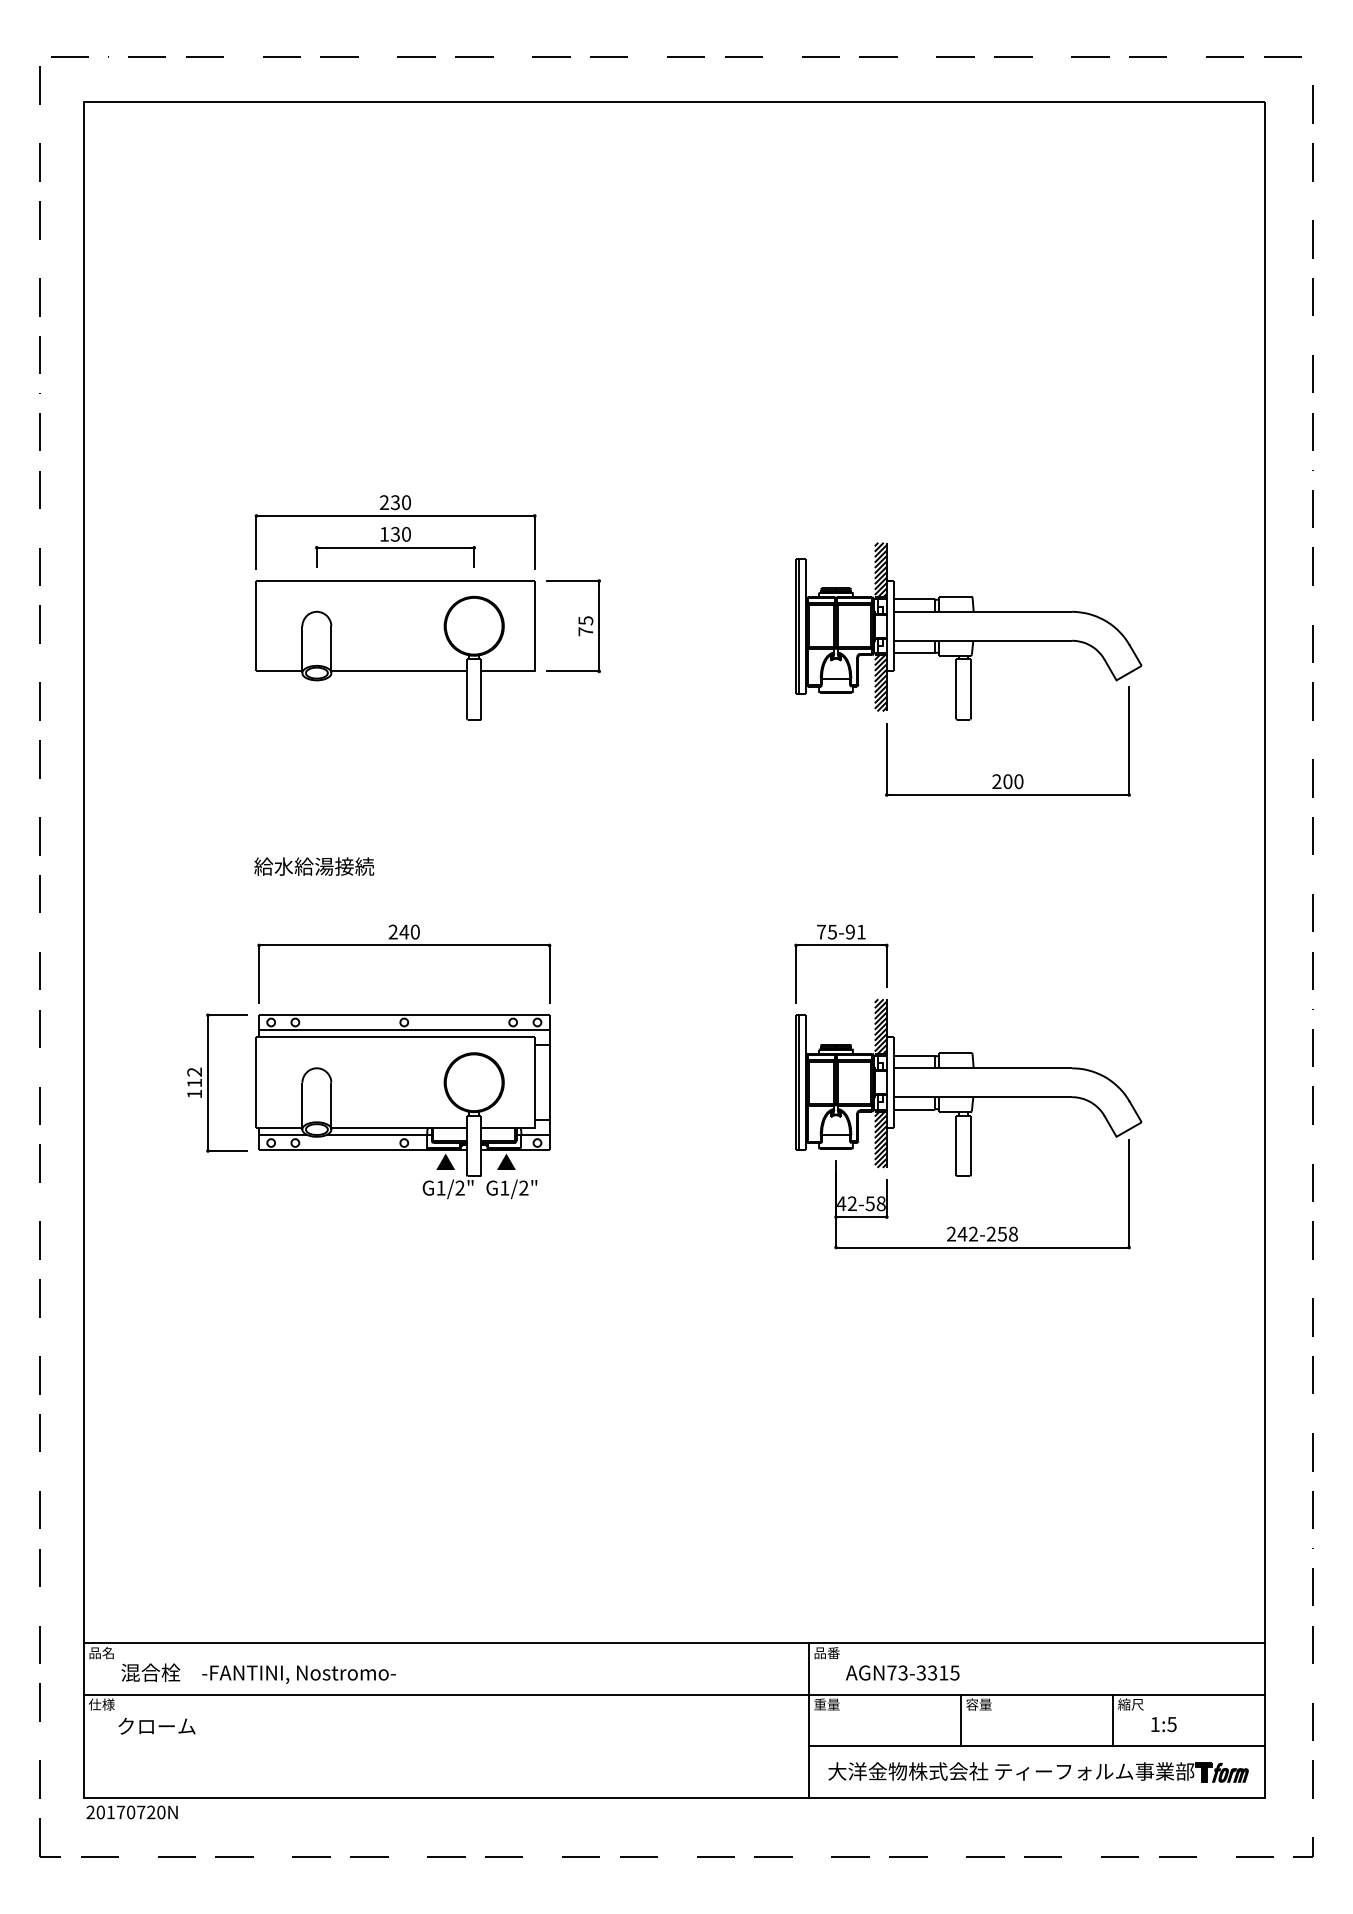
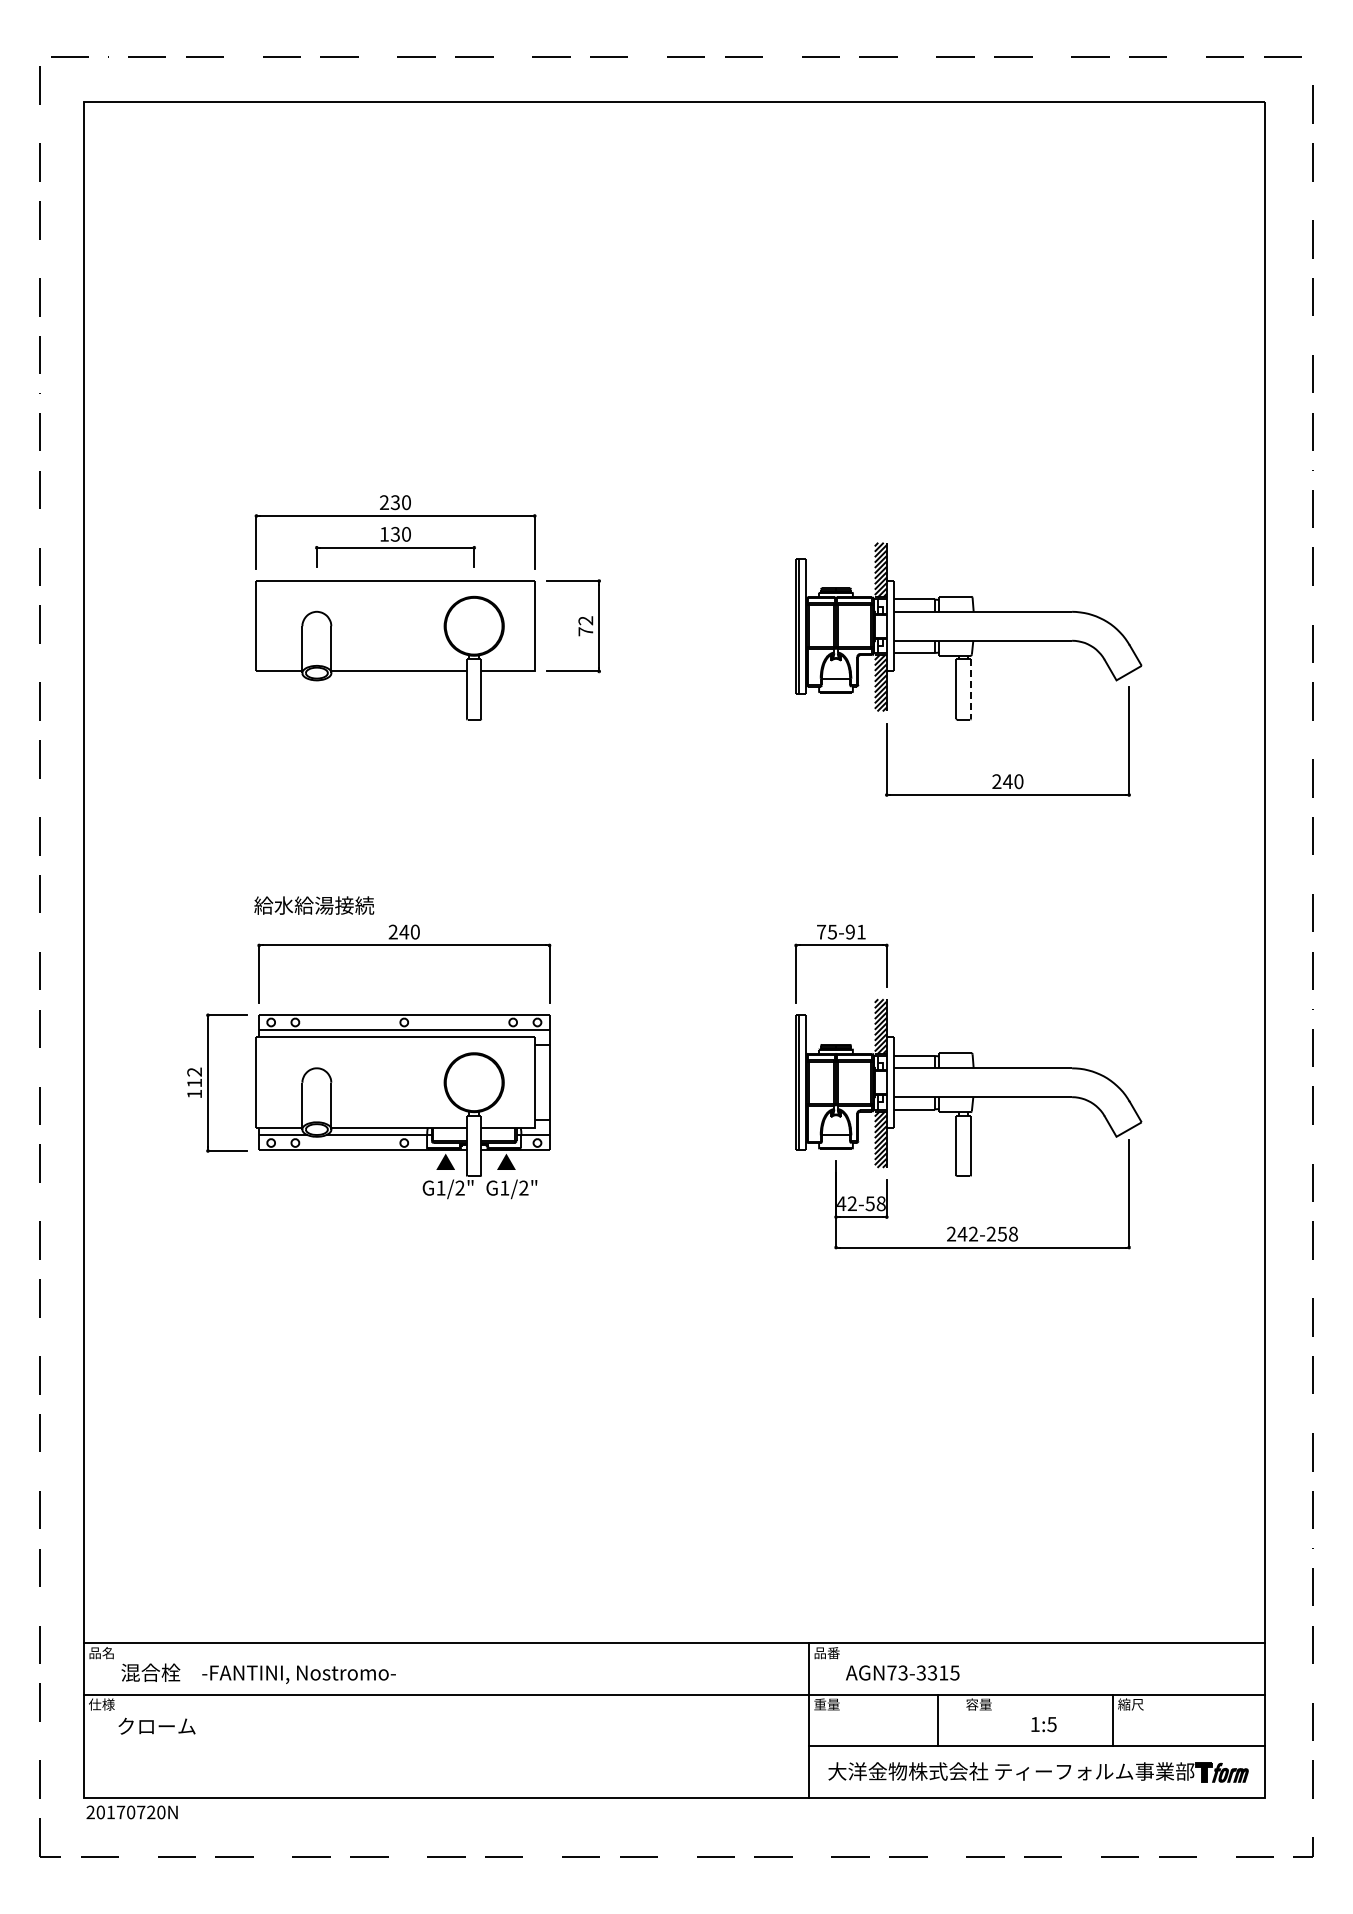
text at (585, 620): 75 -> 72
line at (971, 689): solid -> dashed
text at (1007, 781): 200 -> 240
text at (314, 866) position: (314, 866) -> (314, 905)
line at (961, 1720) position: (961, 1720) -> (938, 1720)
text at (1163, 1724) position: (1163, 1724) -> (1043, 1724)
